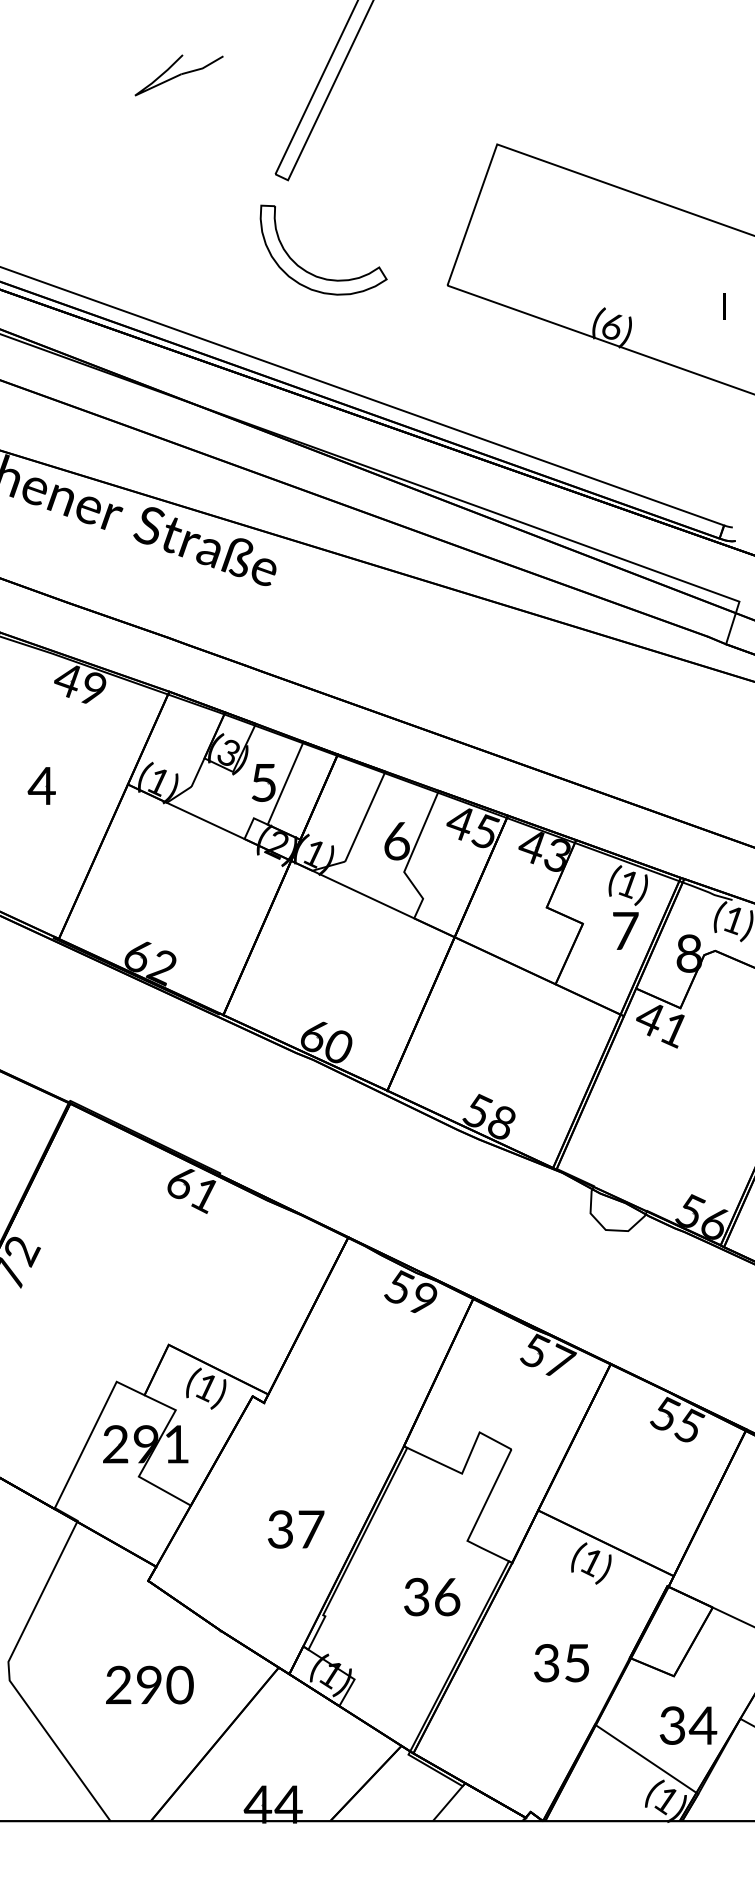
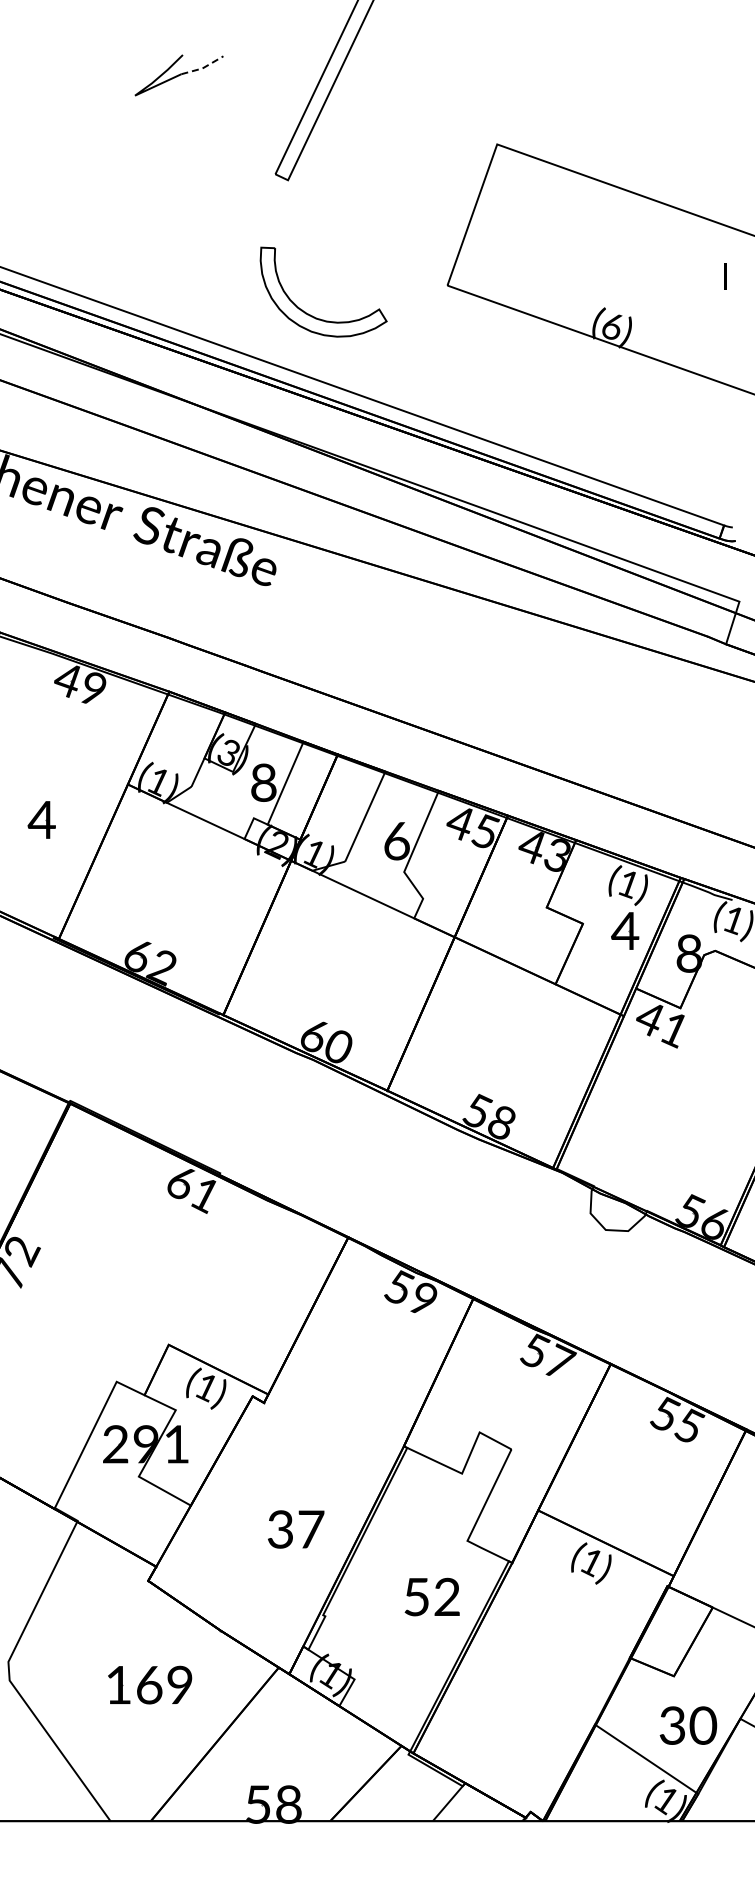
line at (203, 67): solid -> dashed
part at (312, 273) position: (312, 273) -> (312, 315)
text at (724, 306) position: (724, 306) -> (725, 276)
text at (263, 782): 5 -> 8
part at (41, 785) position: (41, 785) -> (41, 819)
text at (625, 930): 7 -> 4
text at (432, 1596): 36 -> 52
part at (561, 1663): present -> none
text at (149, 1684): 290 -> 169
text at (702, 1725): 34 -> 30
text at (272, 1804): 44 -> 58
